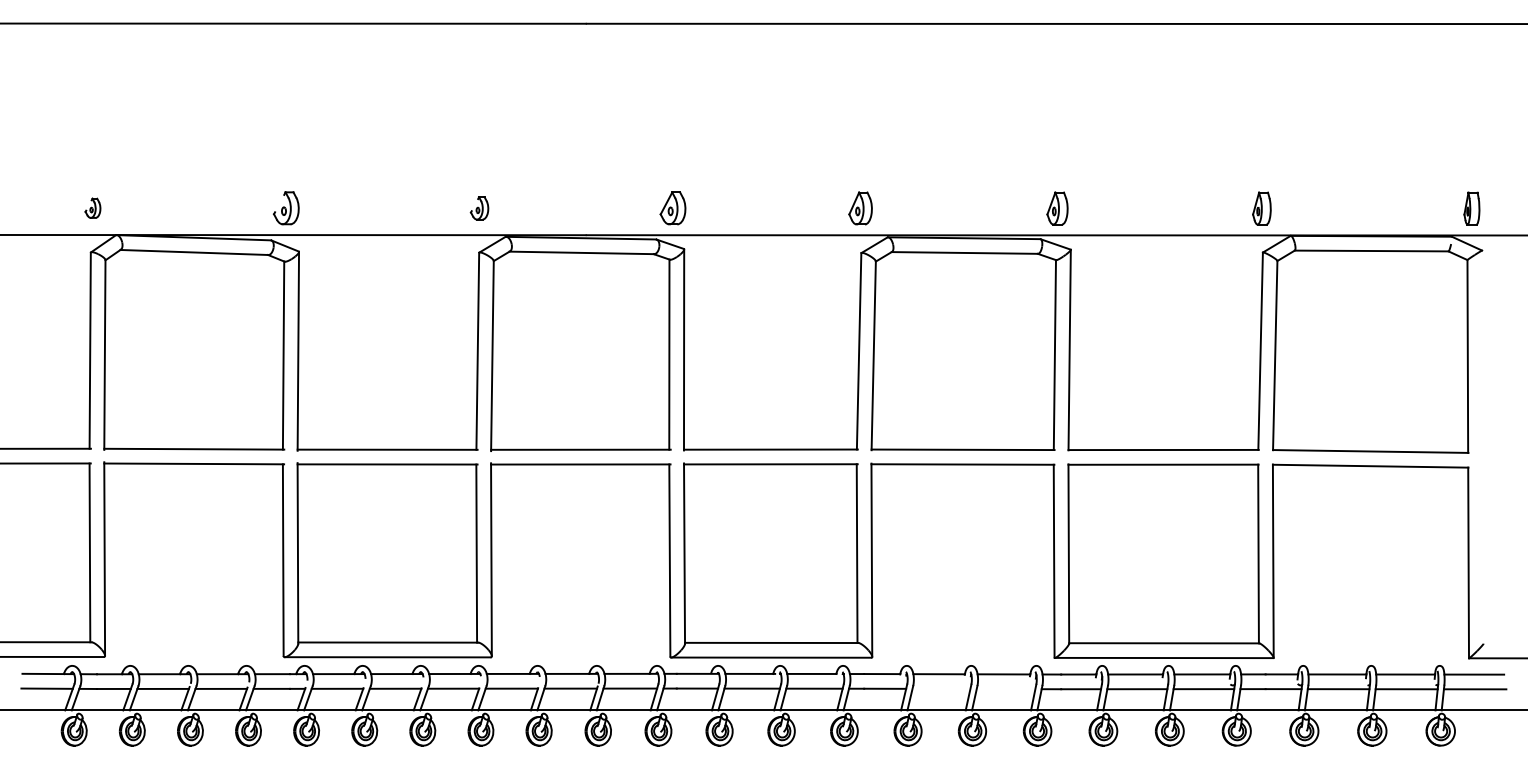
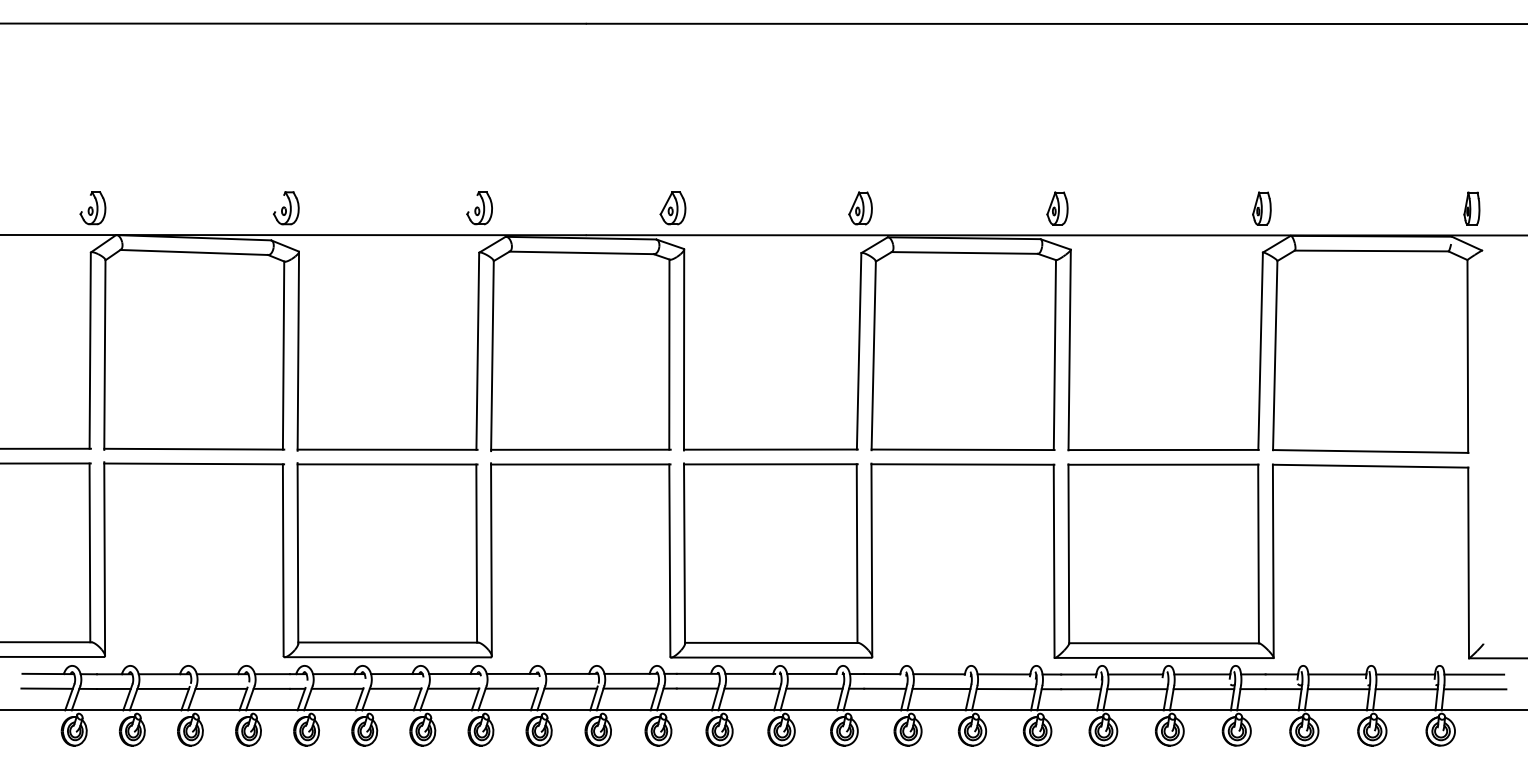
part at (92, 207) size: 18x22 px -> 28x35 px
part at (479, 208) size: 21x25 px -> 27x35 px
line at (941, 688): none -> present
line at (1005, 689): none -> present
